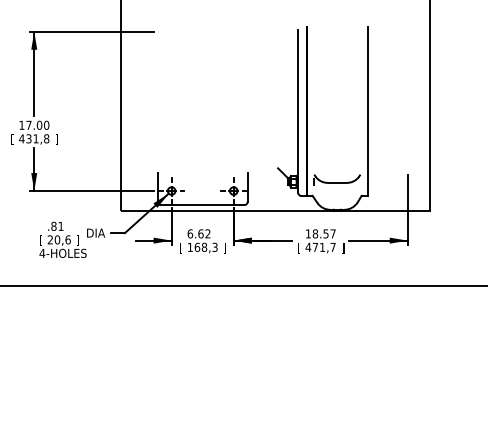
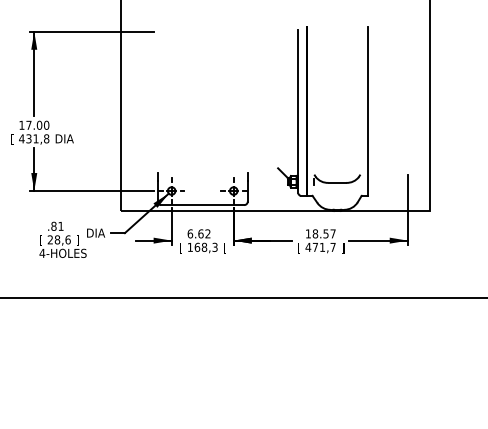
text at (64, 139): ] -> DIA
text at (57, 239): 20,6 -> 28,6
text at (224, 247): ] -> [
line at (243, 285) position: (243, 285) -> (243, 297)
